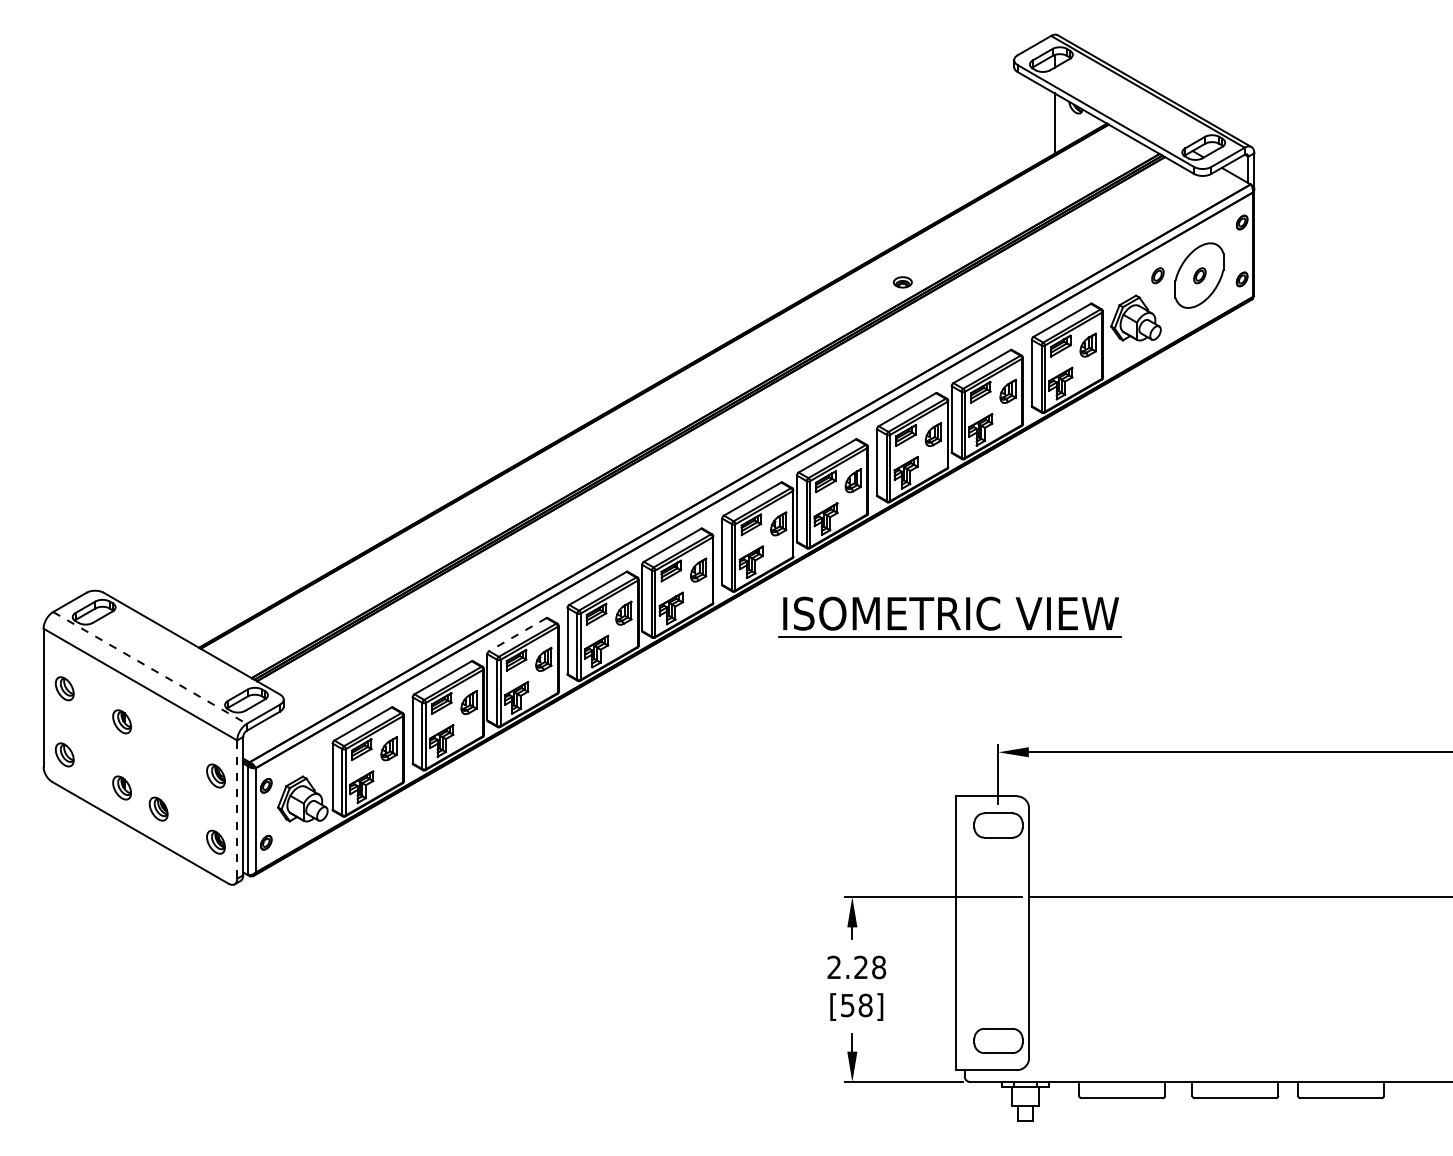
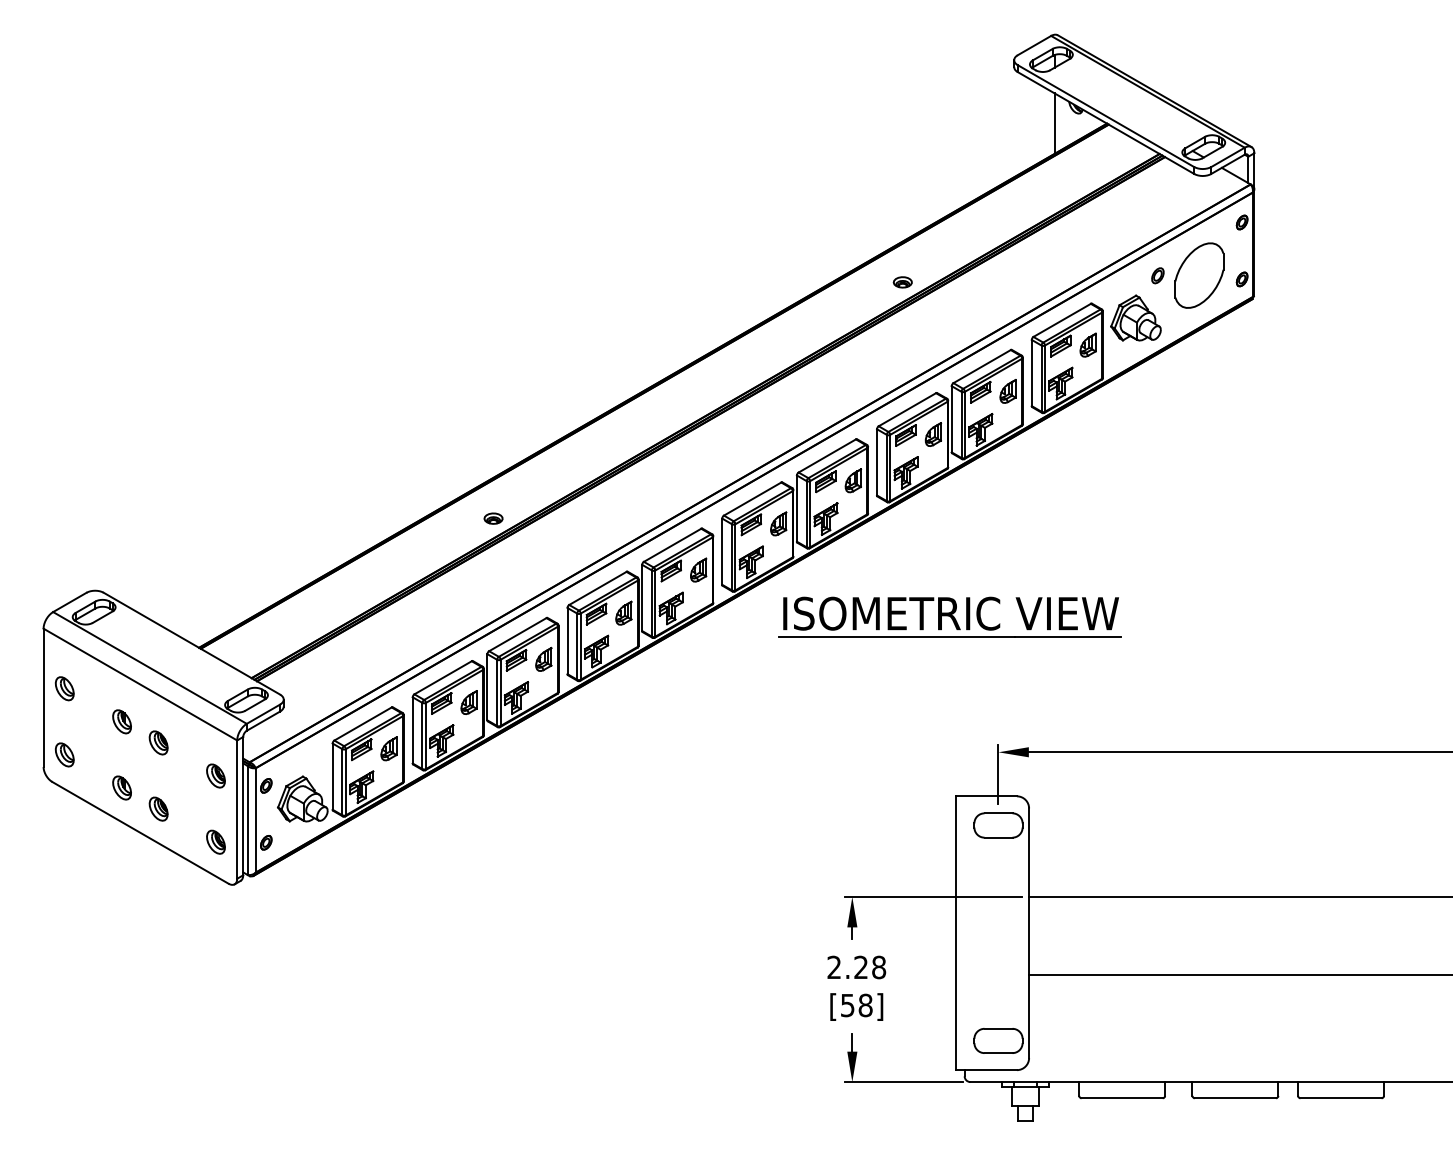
part at (1199, 275): present -> none
part at (493, 518): none -> present
line at (517, 634): dashed -> solid
line at (150, 667): dashed -> solid
part at (158, 742): none -> present
line at (237, 810): dashed -> solid
line at (1239, 974): none -> present
